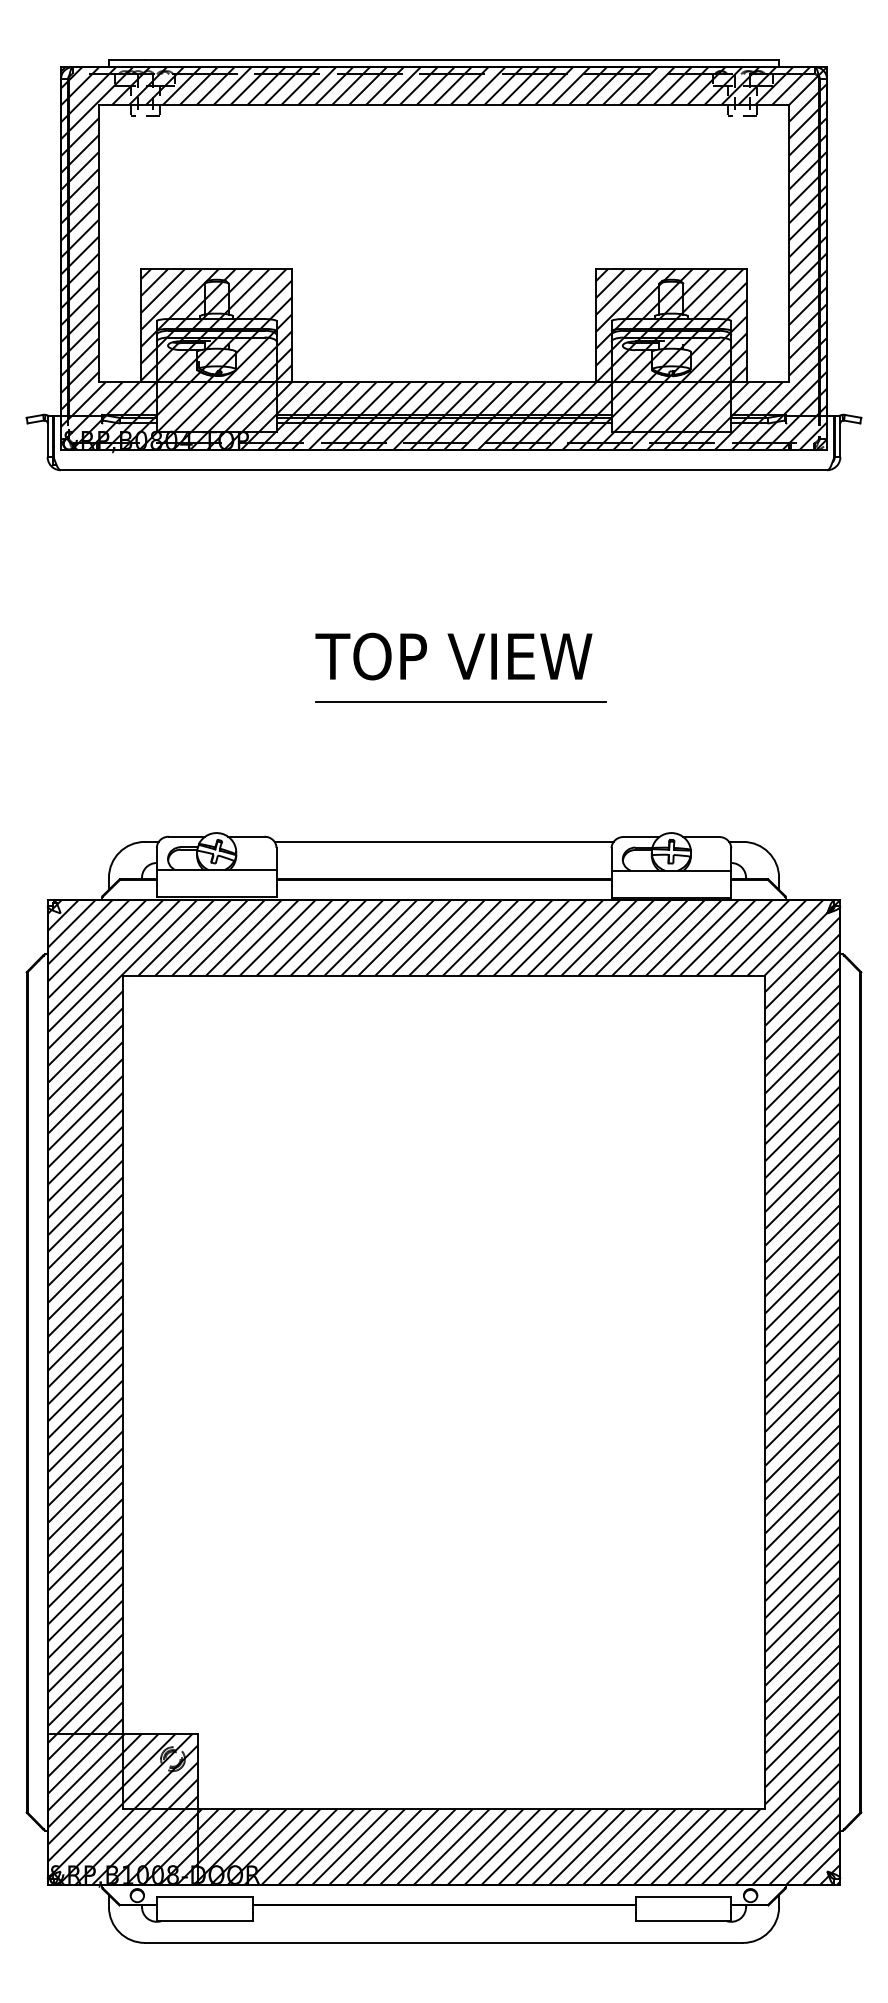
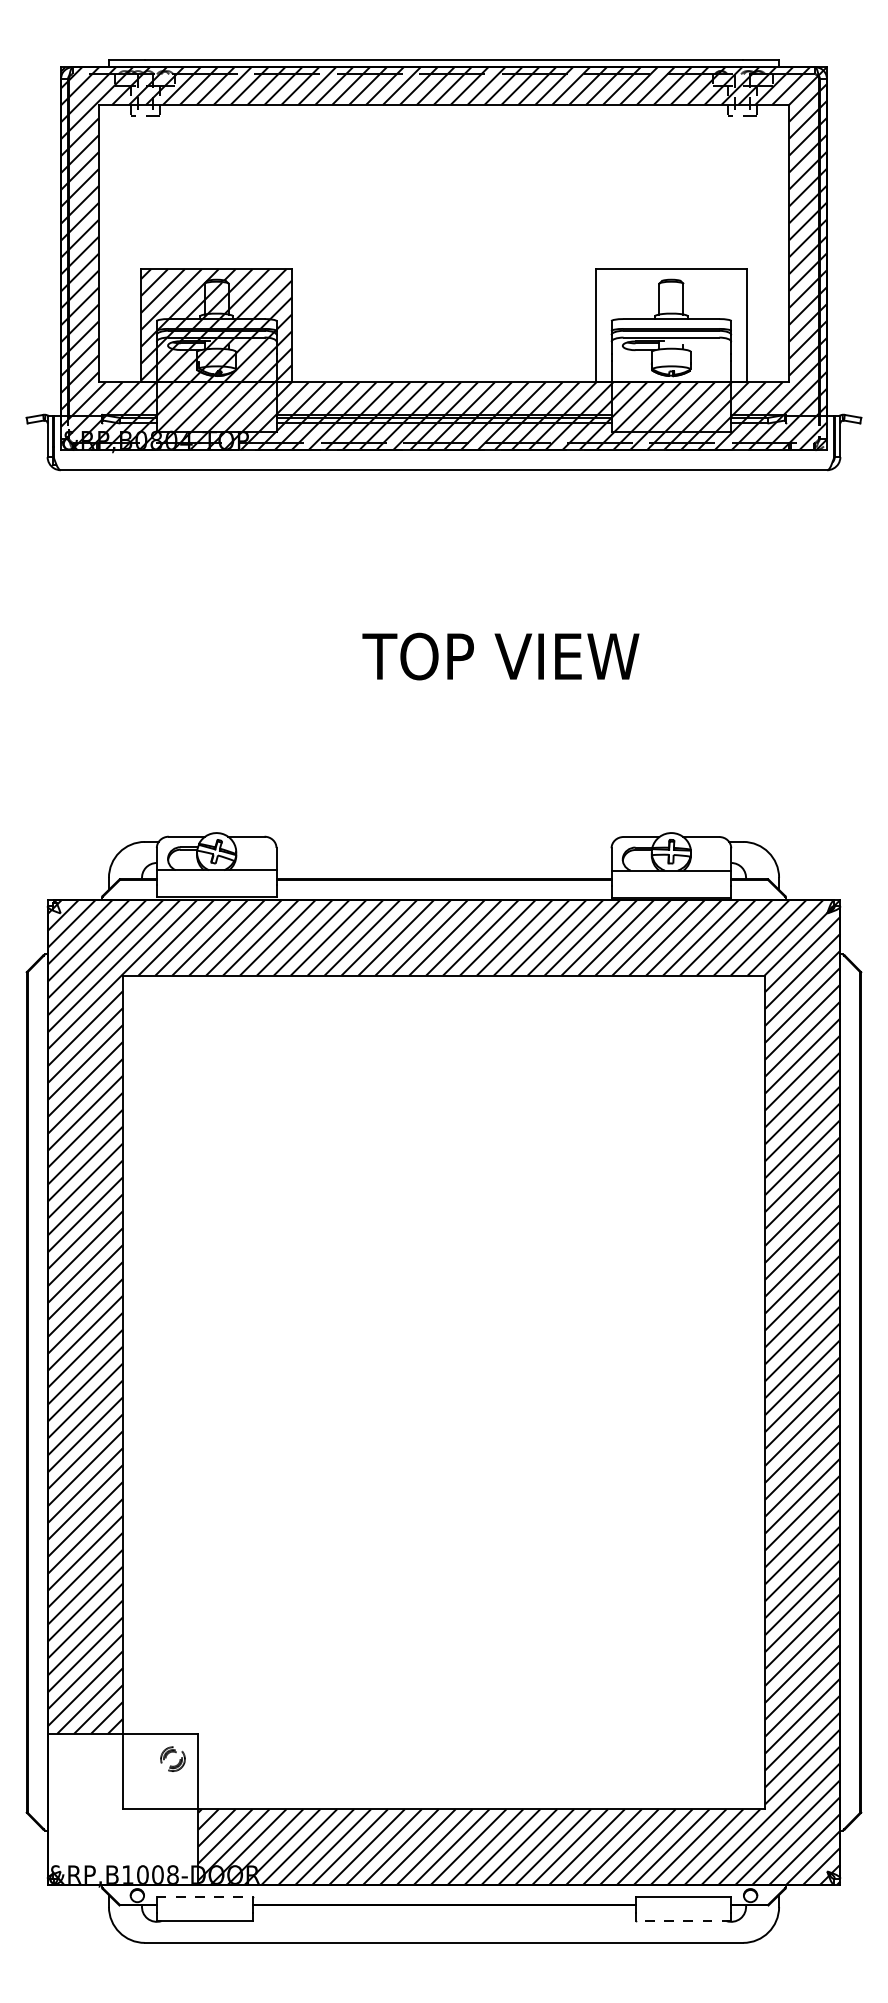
hatch at (670, 325): present -> none
text at (453, 656) position: (453, 656) -> (500, 656)
line at (460, 702): present -> none
line at (443, 841): present -> none
hatch at (122, 1808): present -> none
line at (204, 1897): solid -> dashed
line at (683, 1921): solid -> dashed
